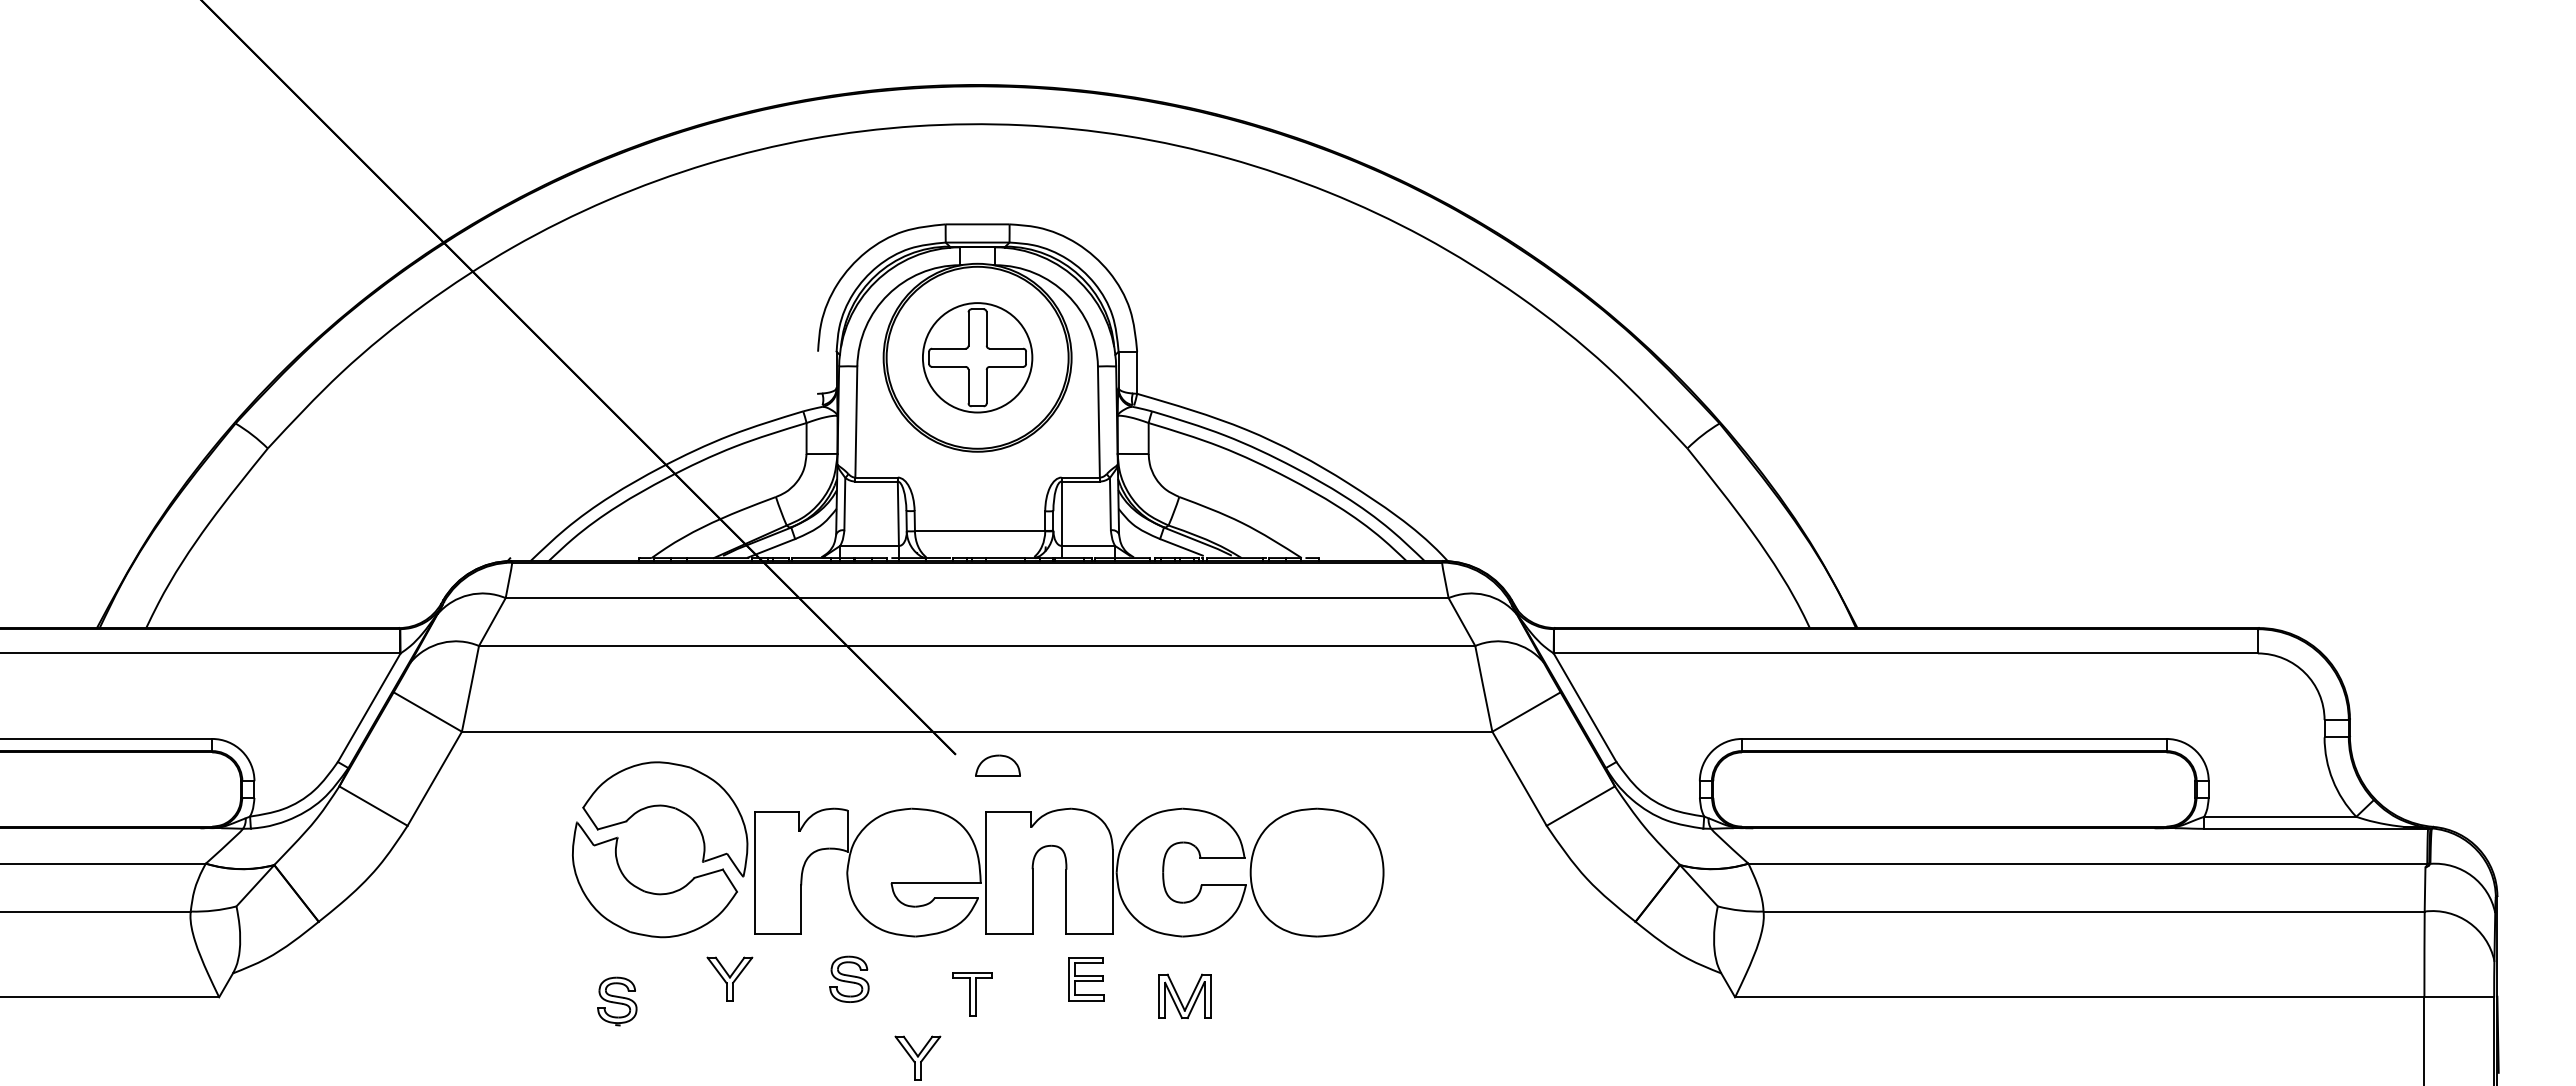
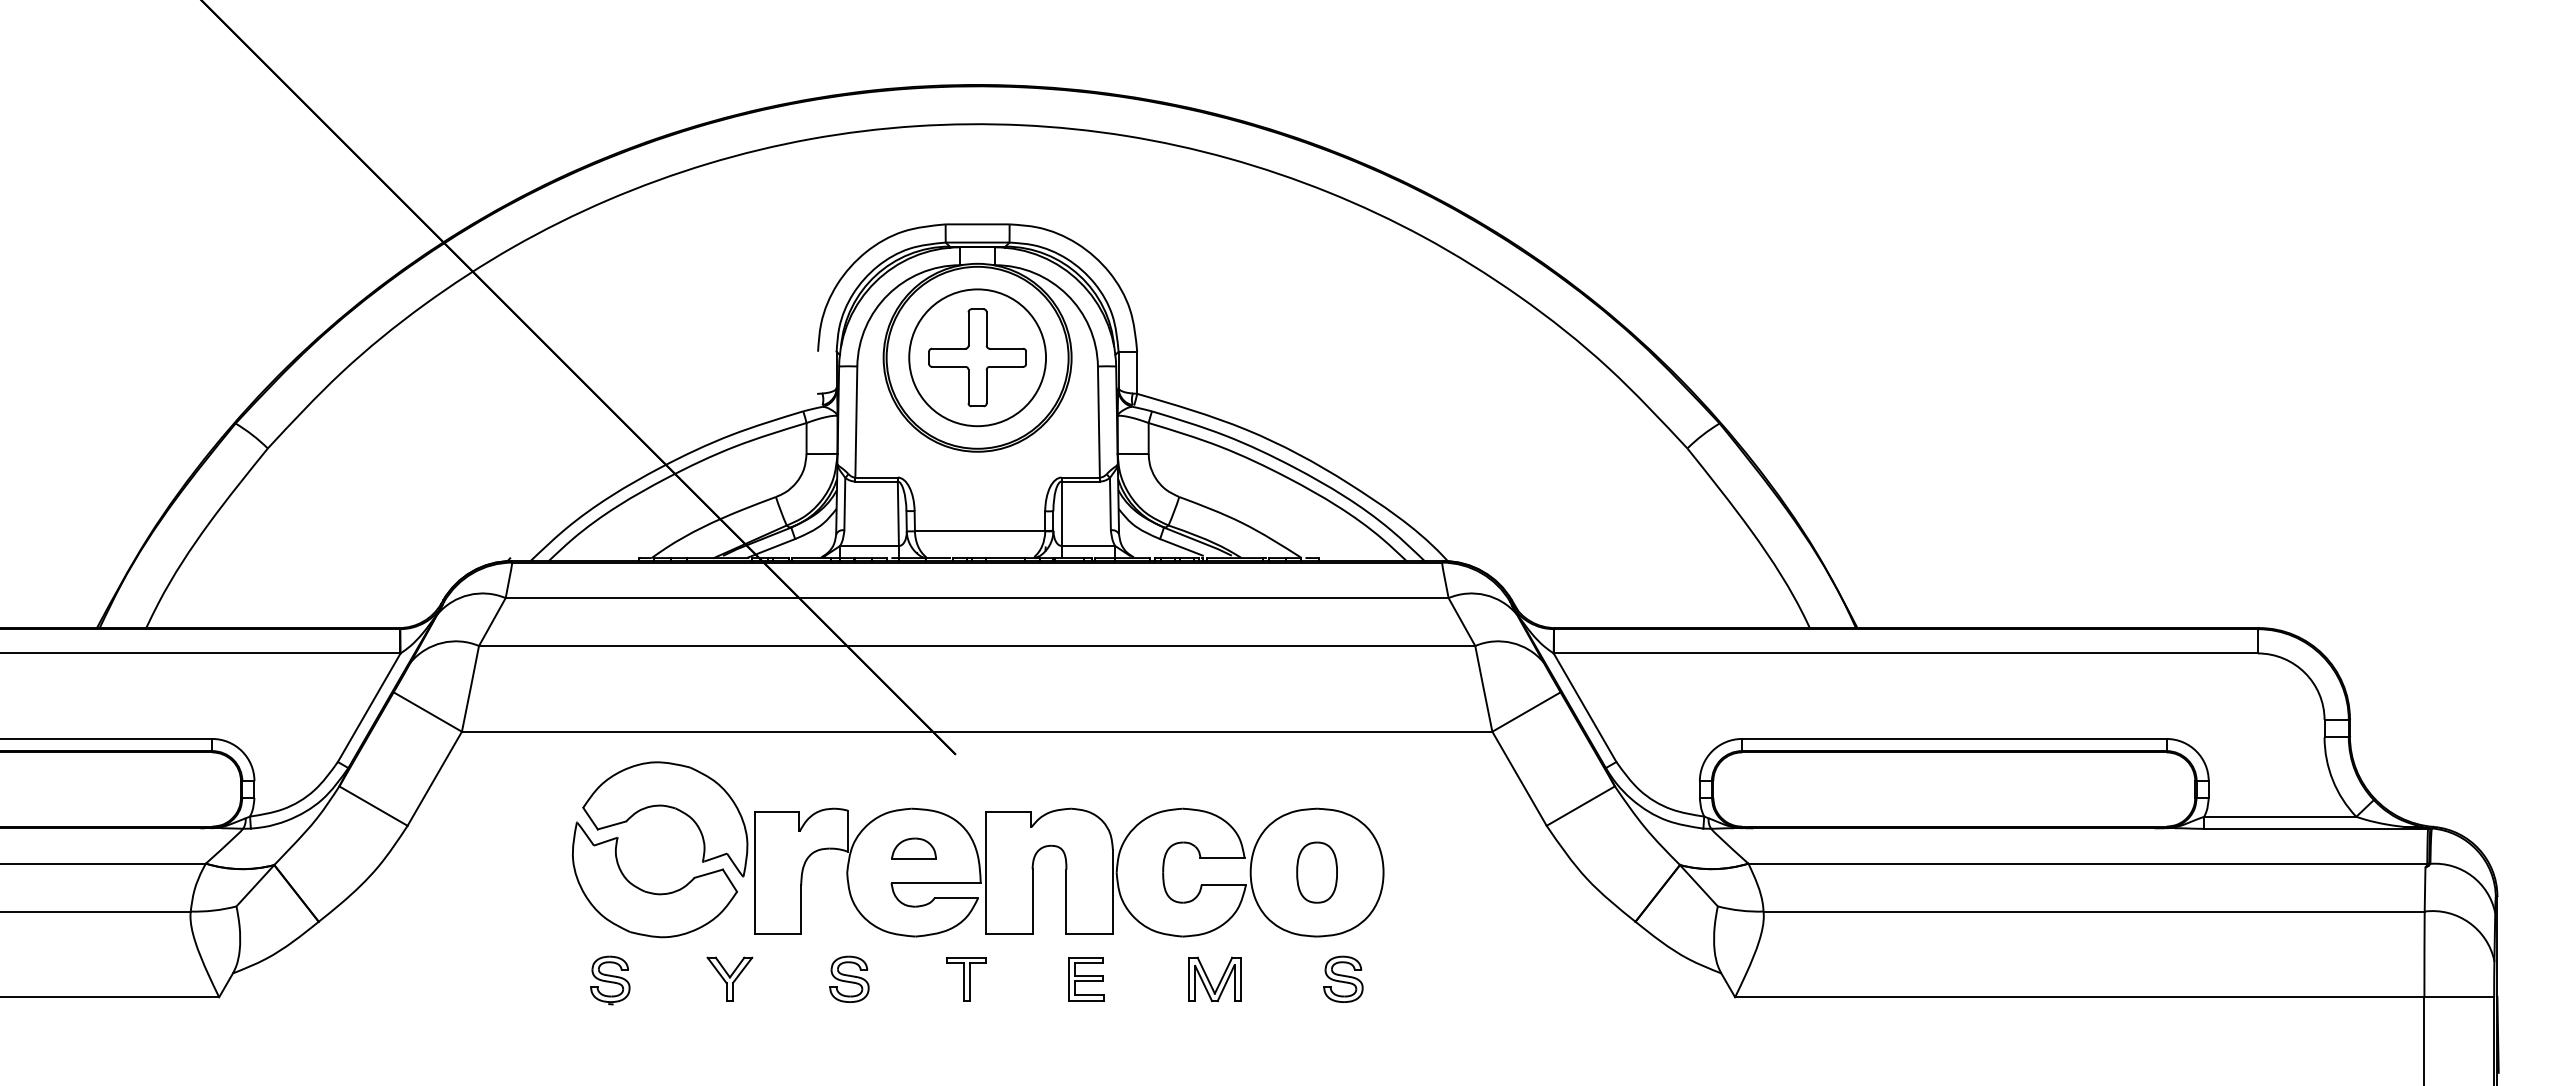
circle at (977, 357) diameter: 109 px -> 137 px
part at (997, 765) position: (997, 765) -> (913, 848)
part at (1316, 872): none -> present
part at (1343, 978): none -> present
part at (972, 994) position: (972, 994) -> (966, 979)
part at (1184, 996) position: (1184, 996) -> (1214, 979)
part at (617, 1001) position: (617, 1001) -> (610, 980)
part at (917, 1057): present -> none
